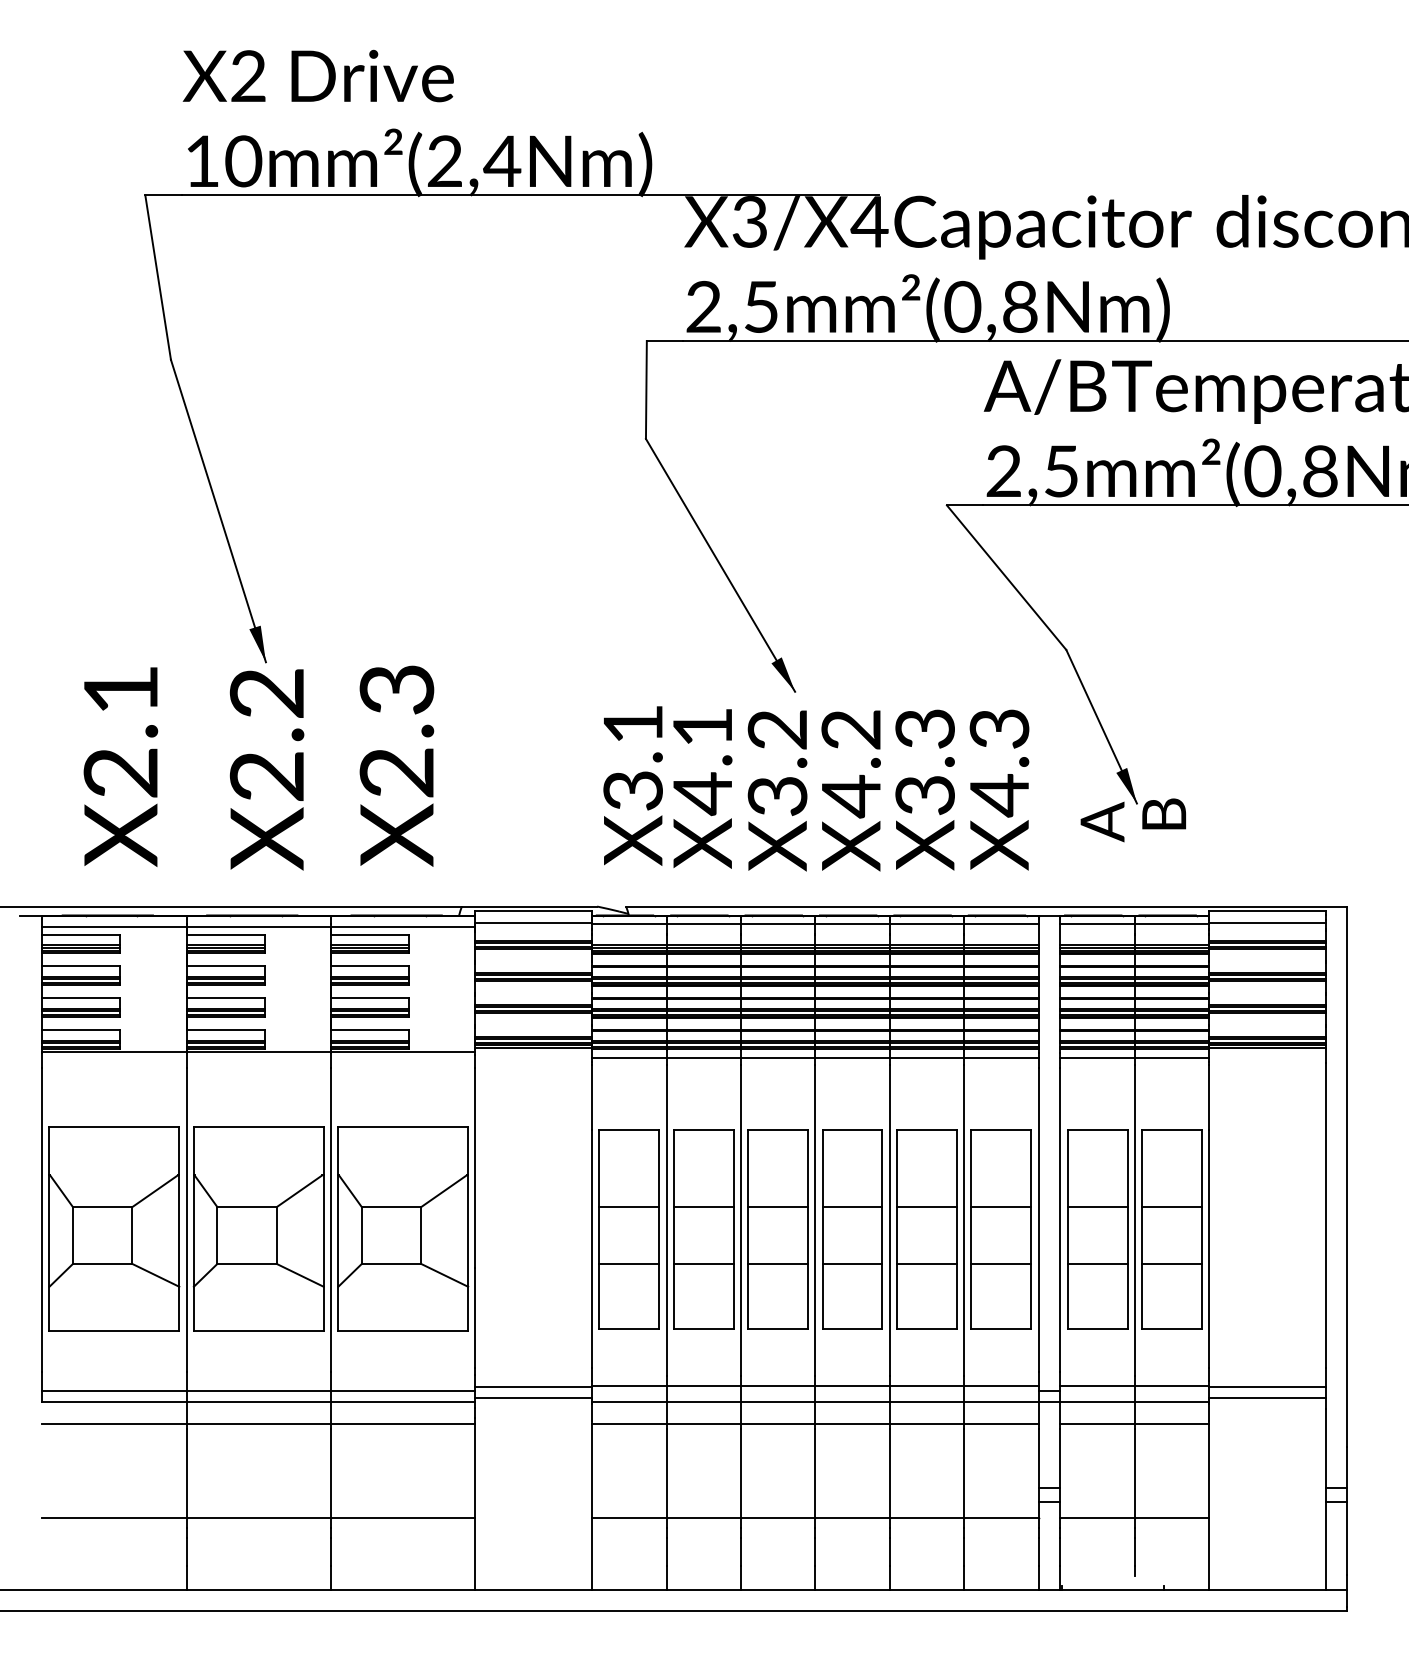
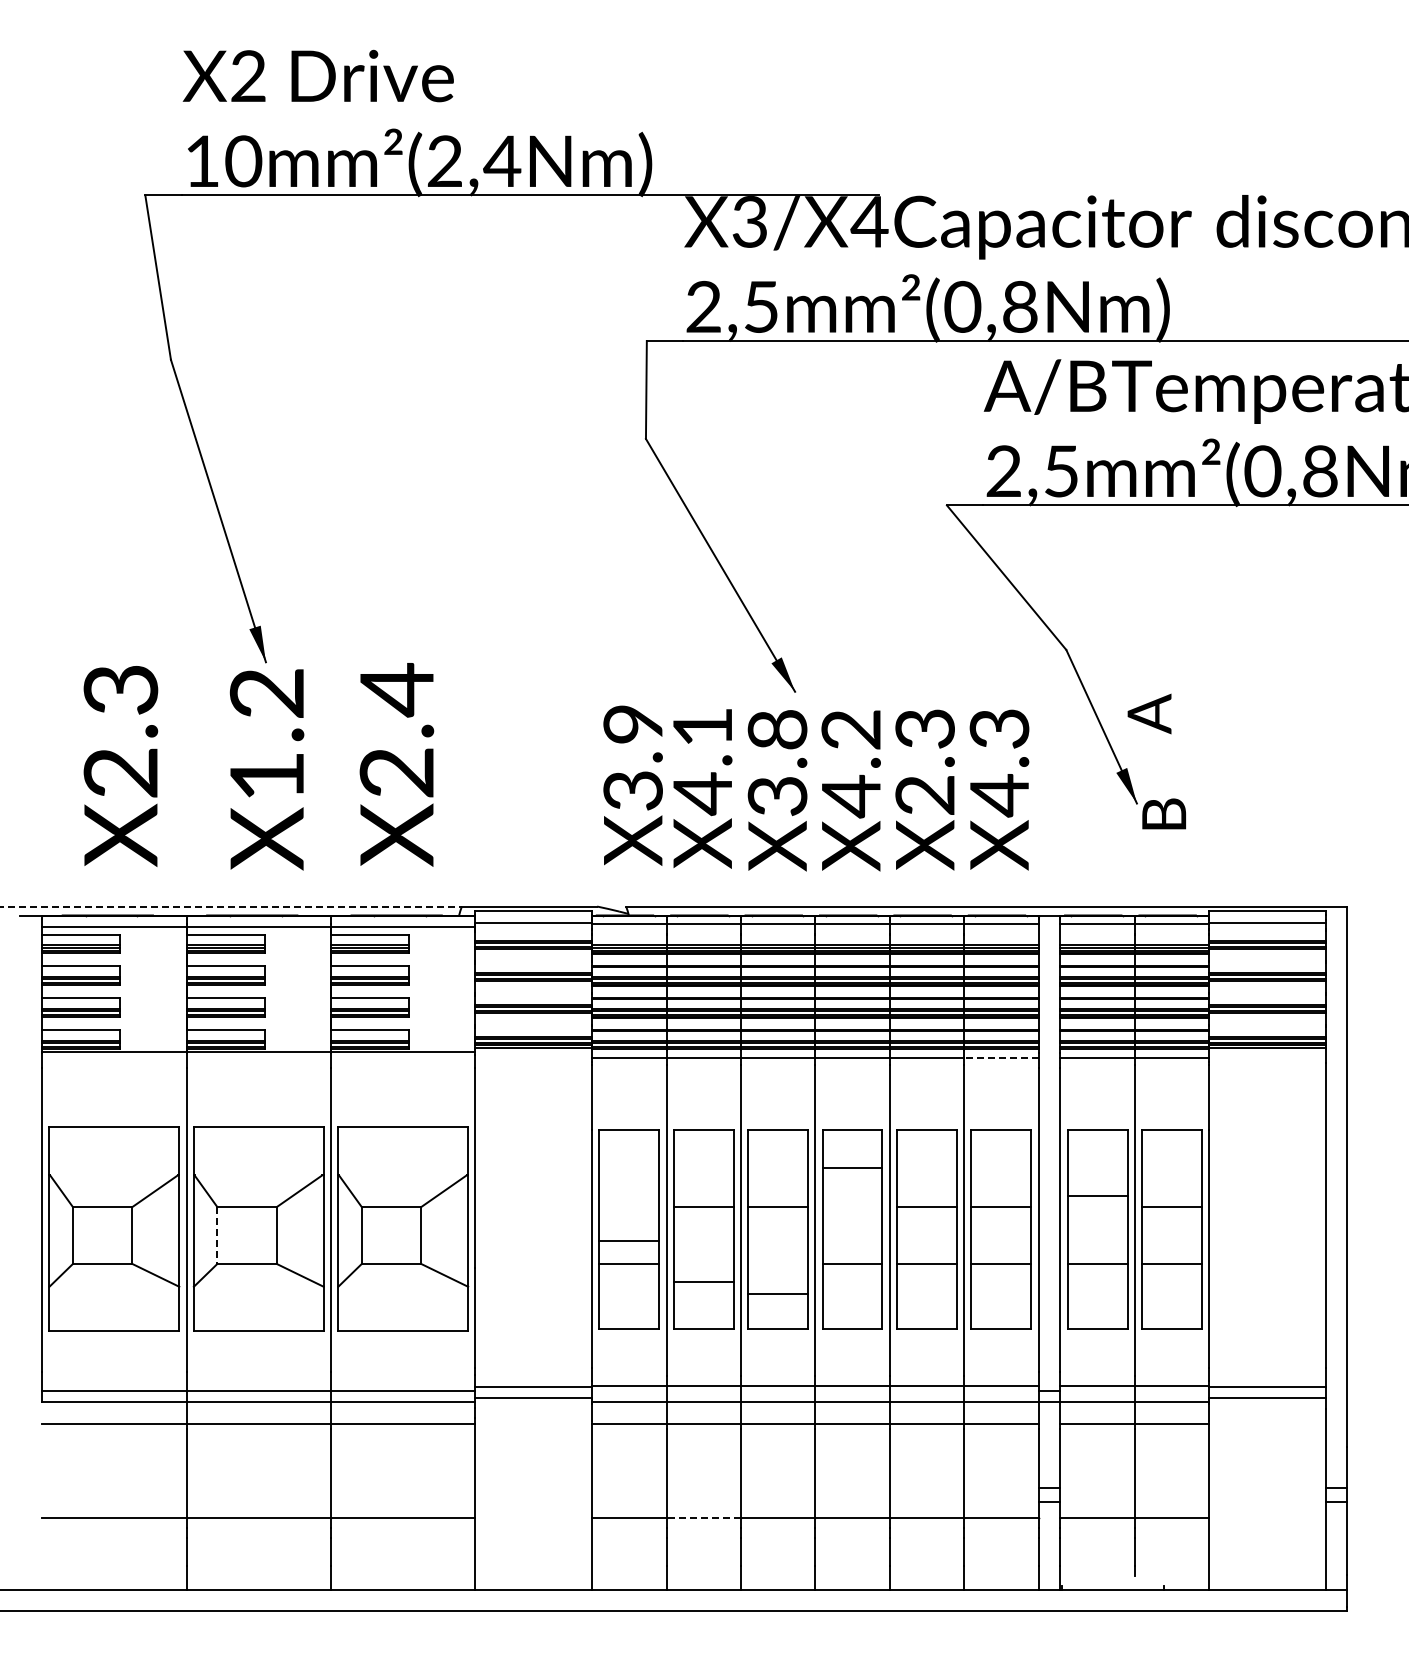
text at (120, 690): X2.1 -> X2.3
text at (396, 690): X2.3 -> X2.4
text at (632, 724): X3.1 -> X3.9
text at (777, 729): X3.2 -> X3.8
text at (266, 776): X2.2 -> X1.2
text at (925, 795): X3.3 -> X2.3
text at (1102, 821) position: (1102, 821) -> (1149, 713)
line at (230, 906): solid -> dashed
line at (1000, 1057): solid -> dashed
line at (629, 1207) position: (629, 1207) -> (629, 1241)
line at (852, 1207) position: (852, 1207) -> (852, 1168)
line at (1097, 1207) position: (1097, 1207) -> (1097, 1196)
line at (217, 1236): solid -> dashed
line at (703, 1263) position: (703, 1263) -> (703, 1281)
line at (778, 1263) position: (778, 1263) -> (778, 1293)
line at (703, 1517): solid -> dashed
